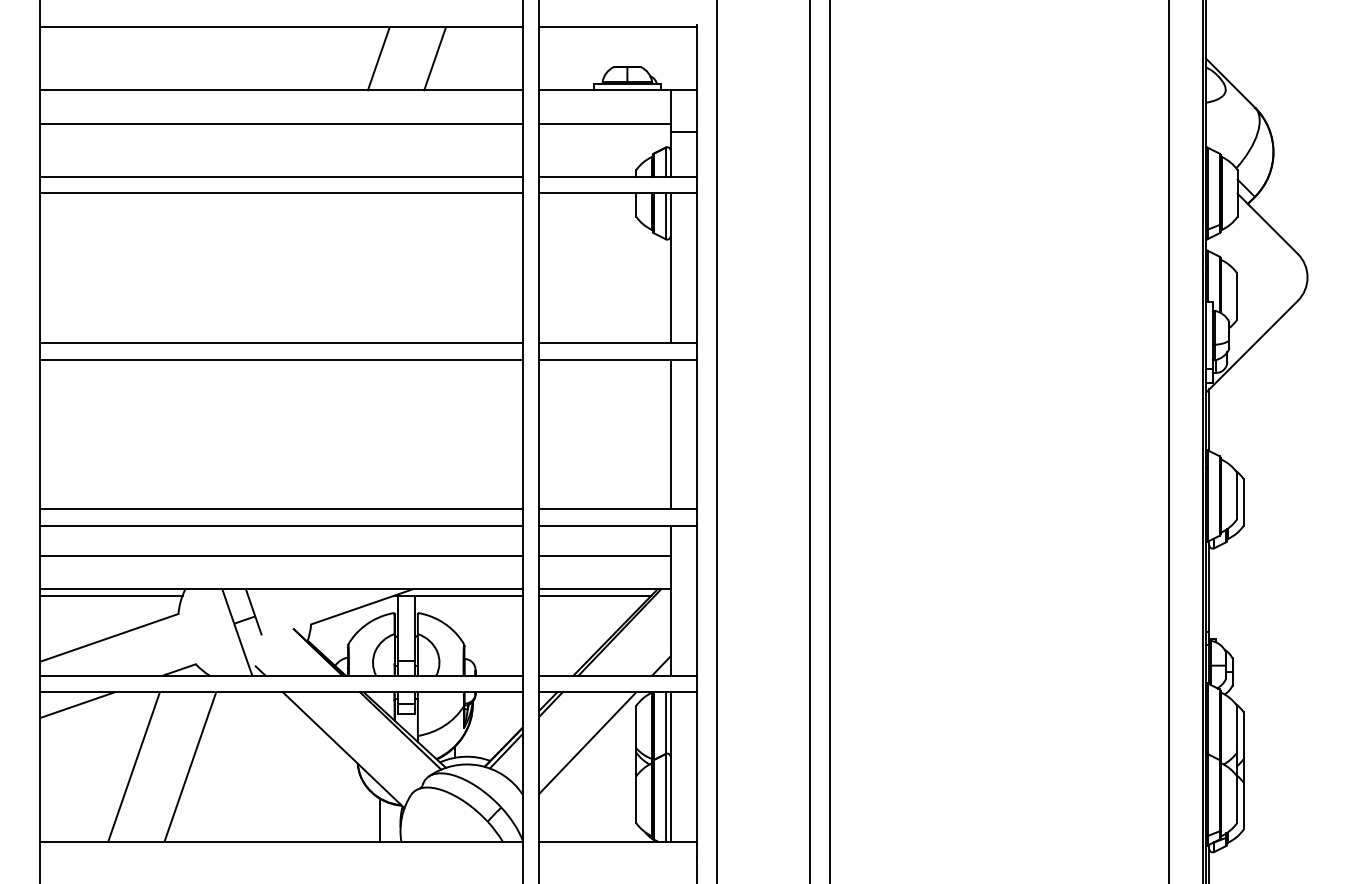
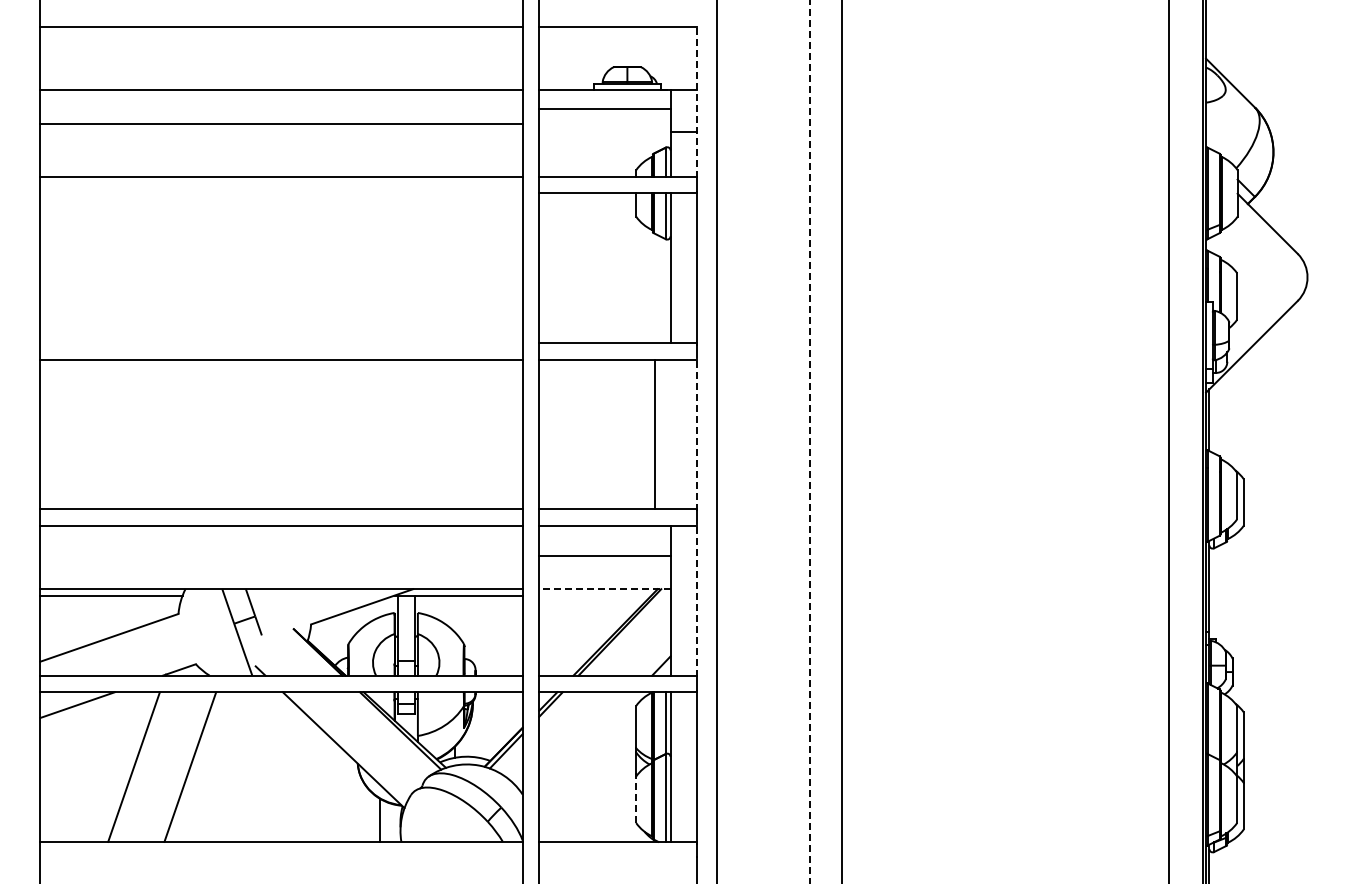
line at (378, 58): present -> none
line at (435, 58): present -> none
line at (697, 101): solid -> dashed
line at (604, 123) position: (604, 123) -> (604, 108)
line at (281, 193): present -> none
line at (281, 343): present -> none
line at (670, 434) position: (670, 434) -> (654, 434)
line at (697, 434): solid -> dashed
line at (810, 441): solid -> dashed
line at (830, 441) position: (830, 441) -> (842, 441)
line at (281, 555): present -> none
line at (604, 589): solid -> dashed
line at (595, 595): present -> none
line at (697, 600): solid -> dashed
line at (587, 742): present -> none
line at (636, 799): solid -> dashed
